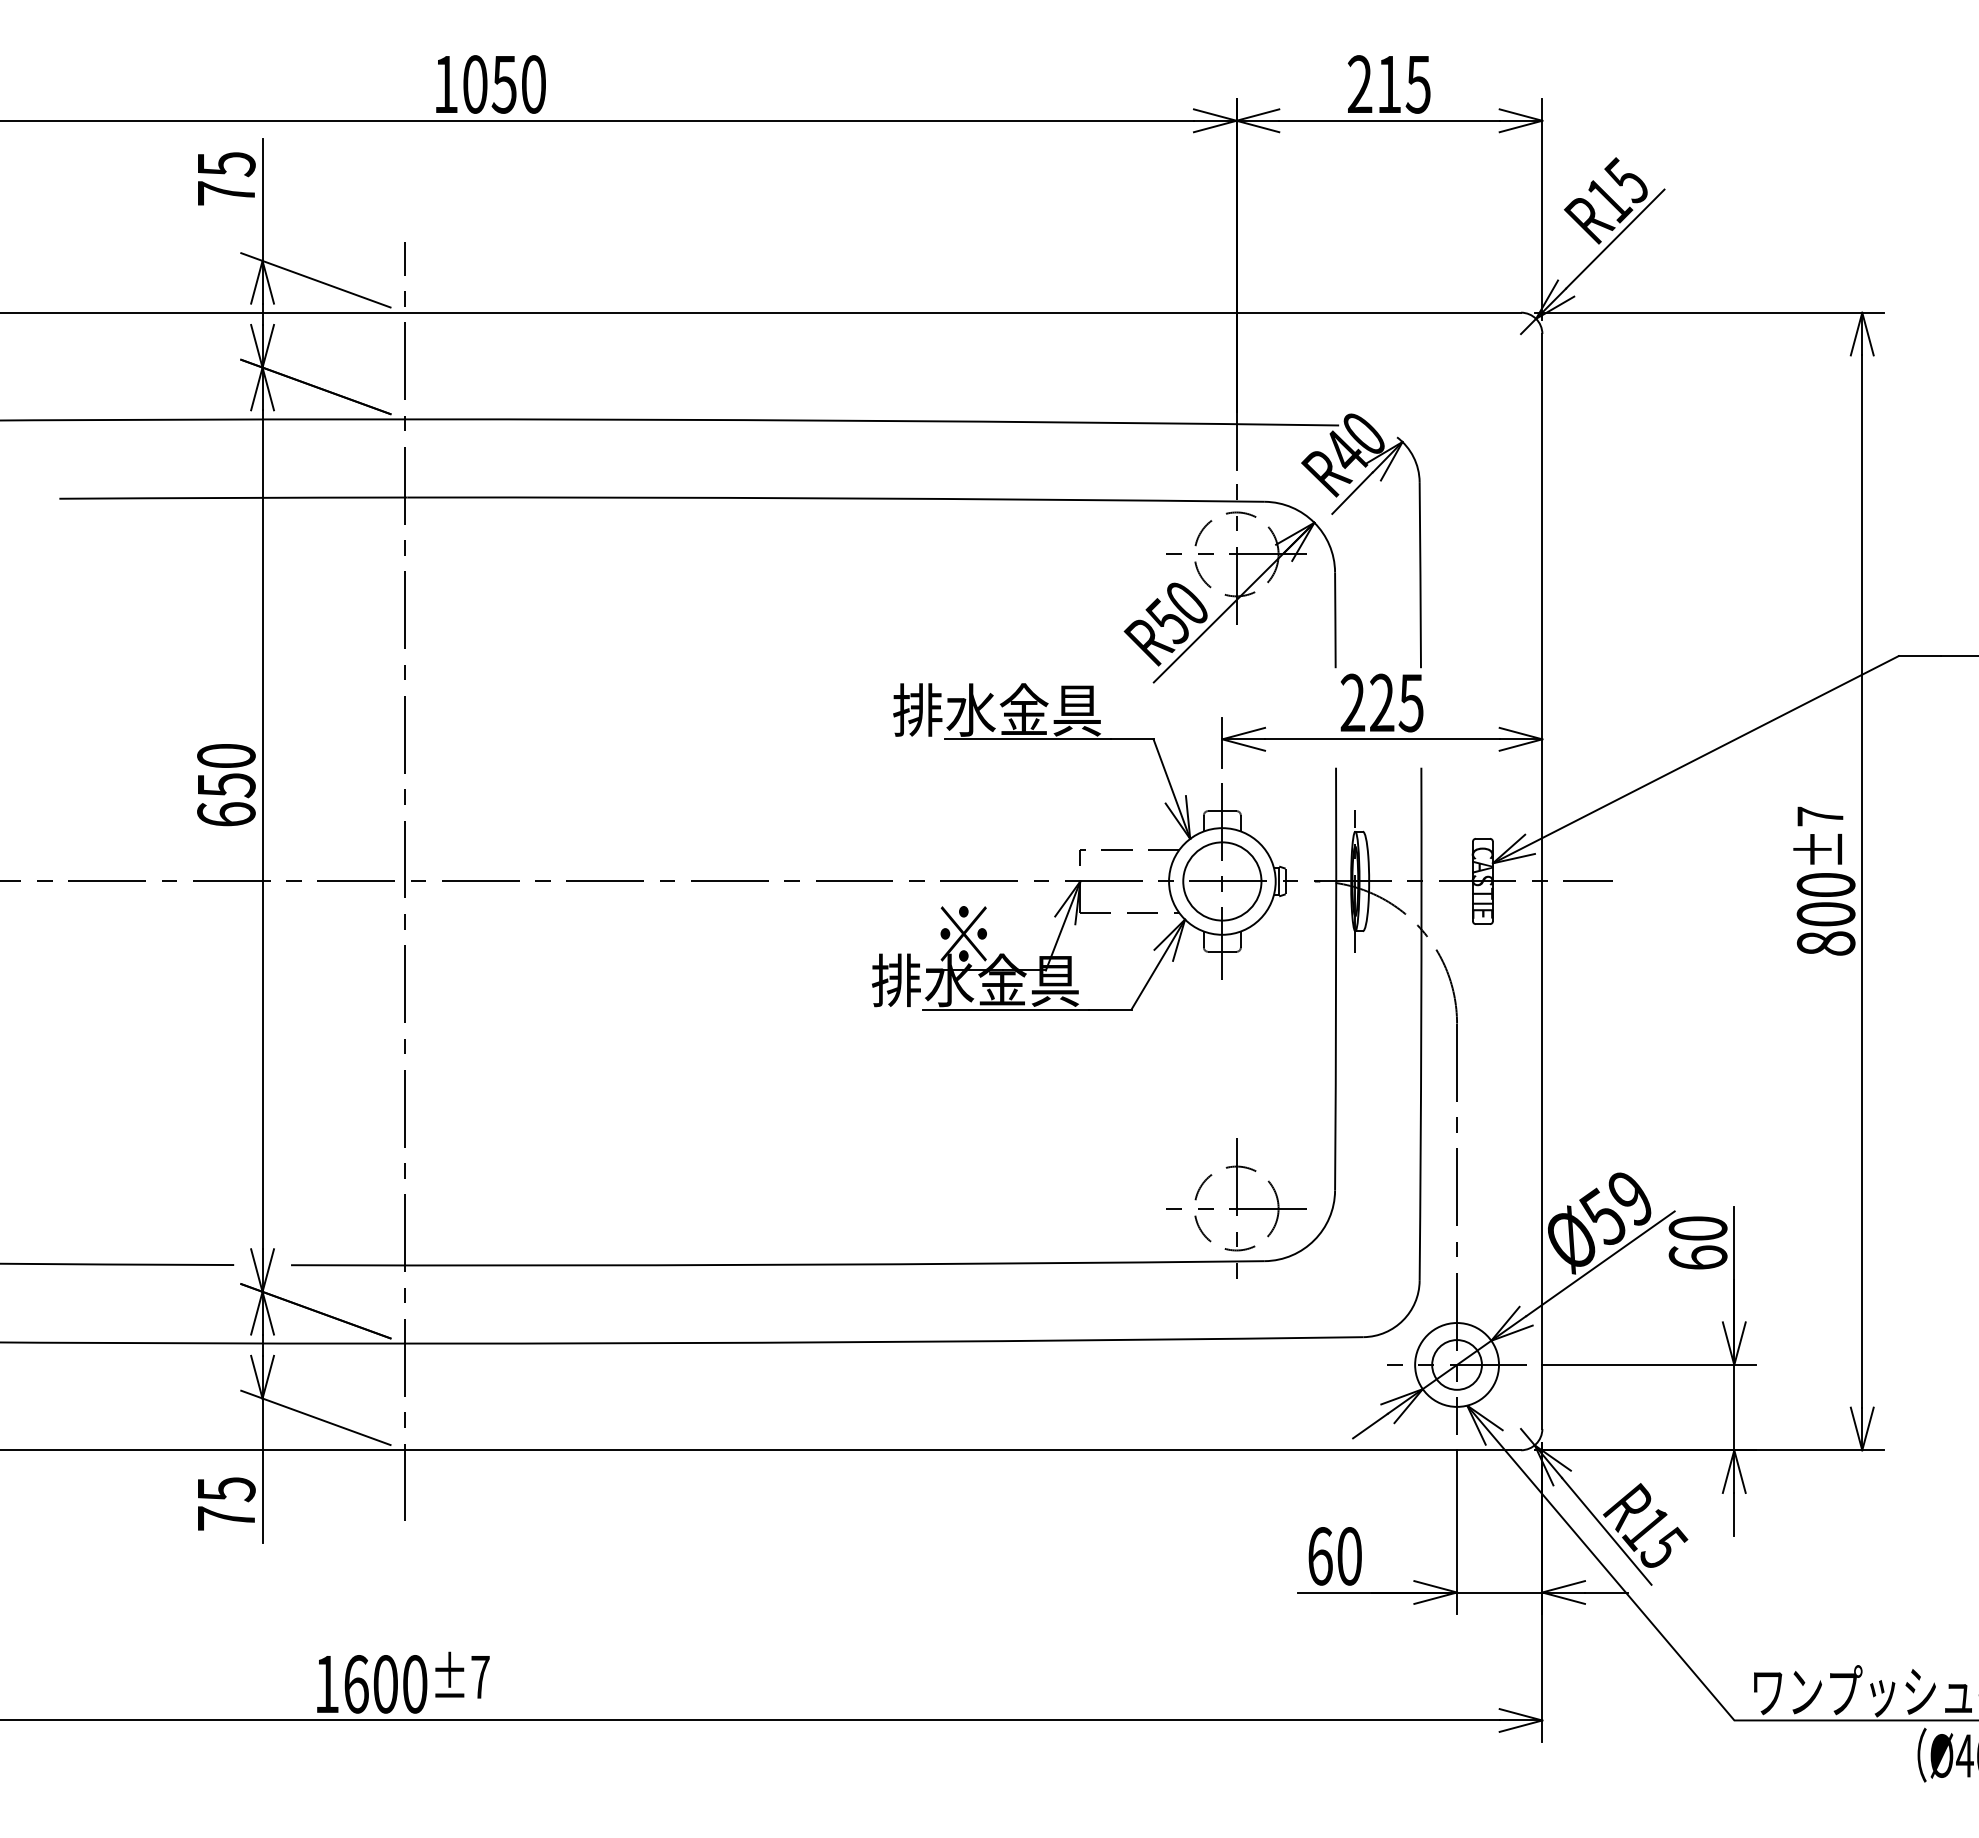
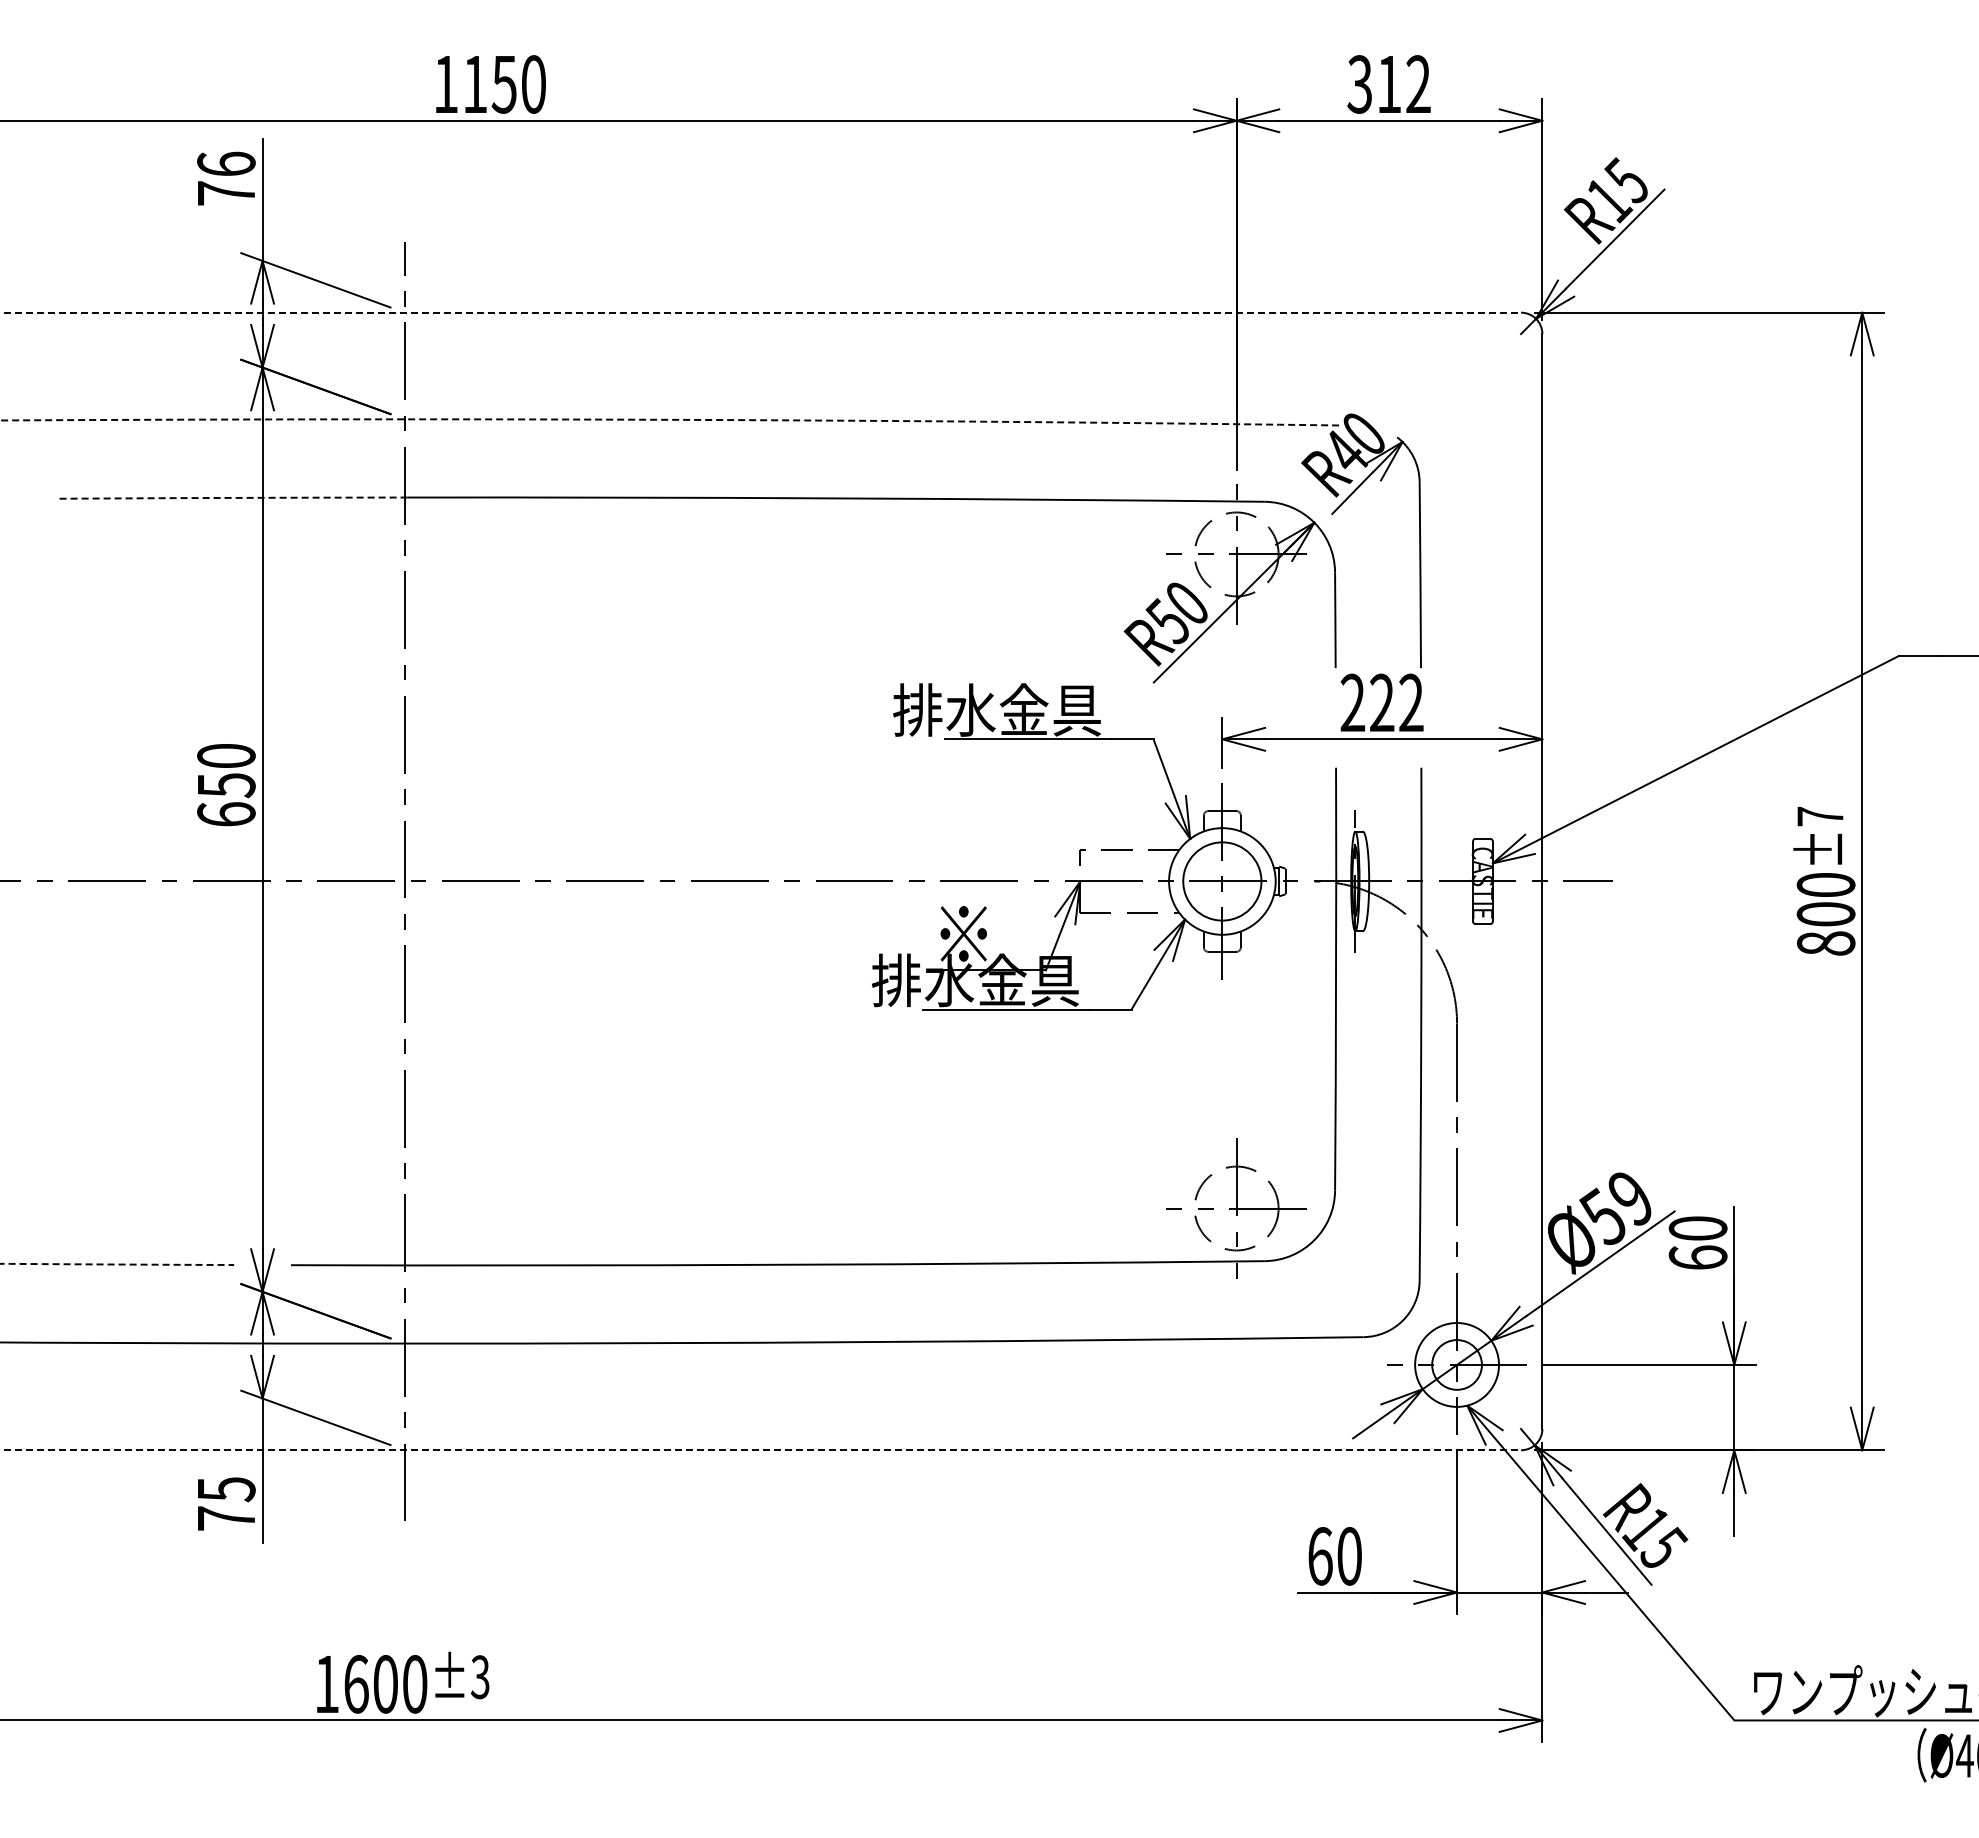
text at (475, 84): 1050 -> 1150
text at (1388, 84): 215 -> 312
text at (226, 164): 75 -> 76
line at (761, 312): solid -> dashed
arc at (669, 419): solid -> dashed
arc at (233, 497): solid -> dashed
text at (1410, 702): 225 -> 222
arc at (117, 1264): solid -> dashed
line at (761, 1450): solid -> dashed
text at (480, 1677): ±7 -> ±3
